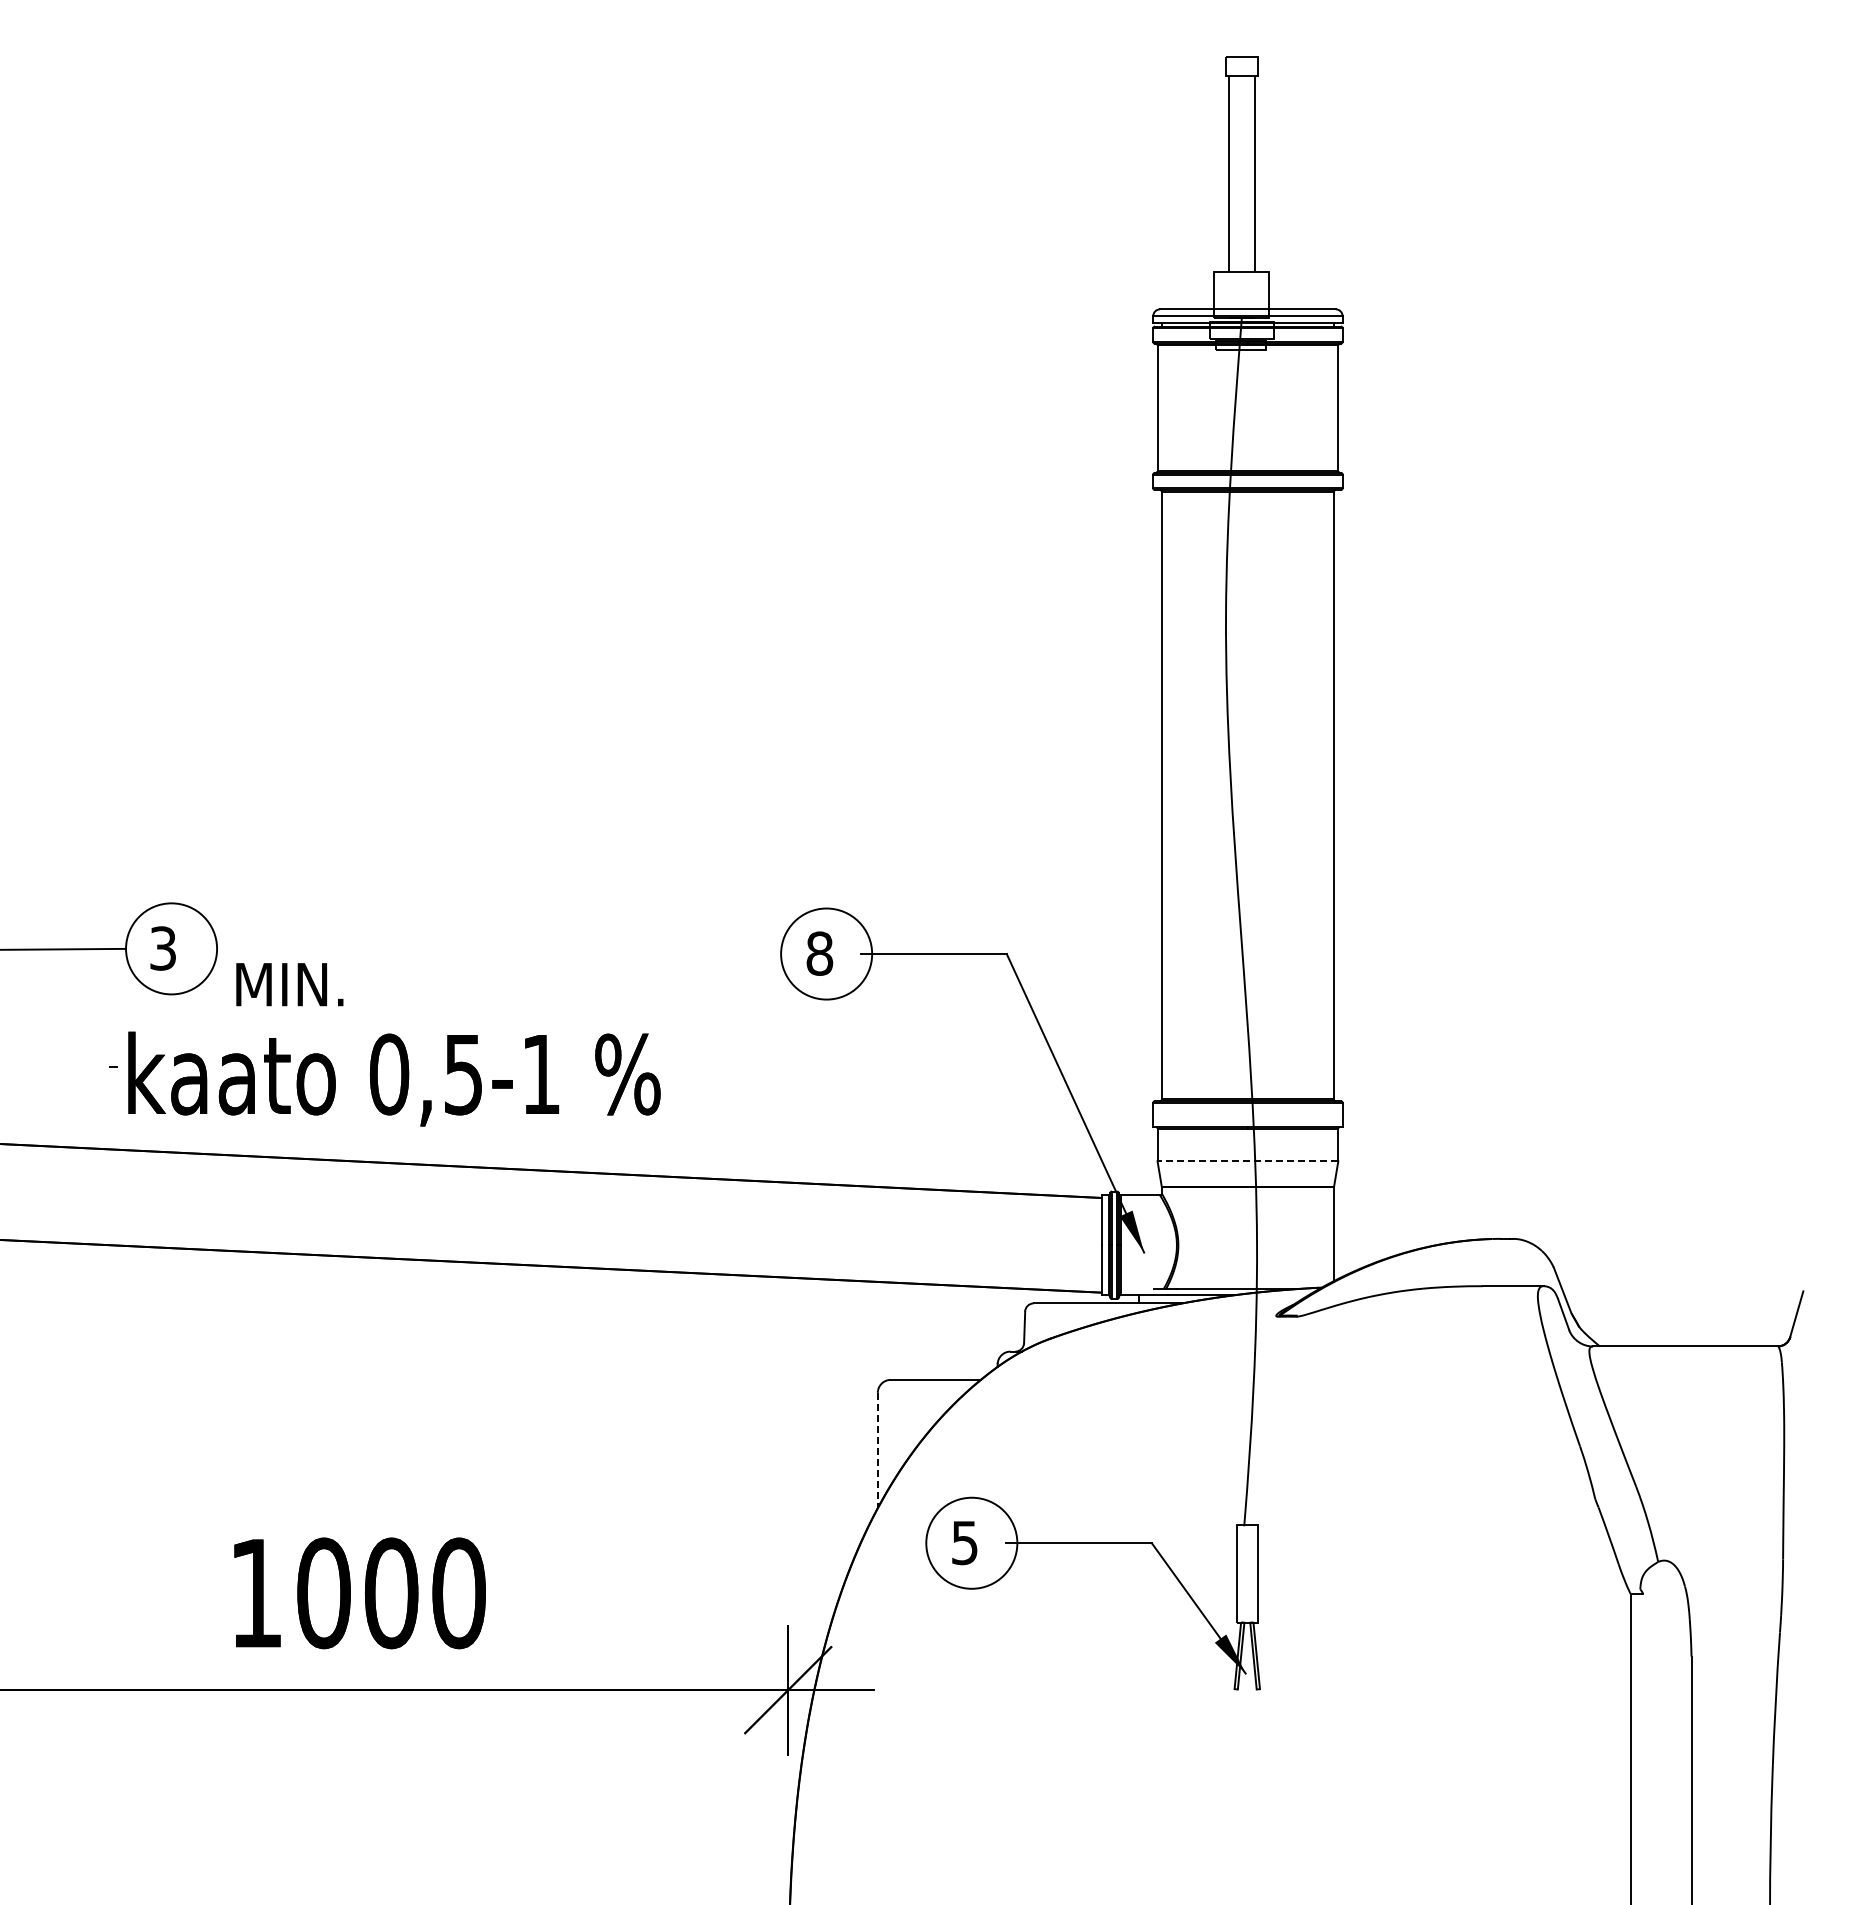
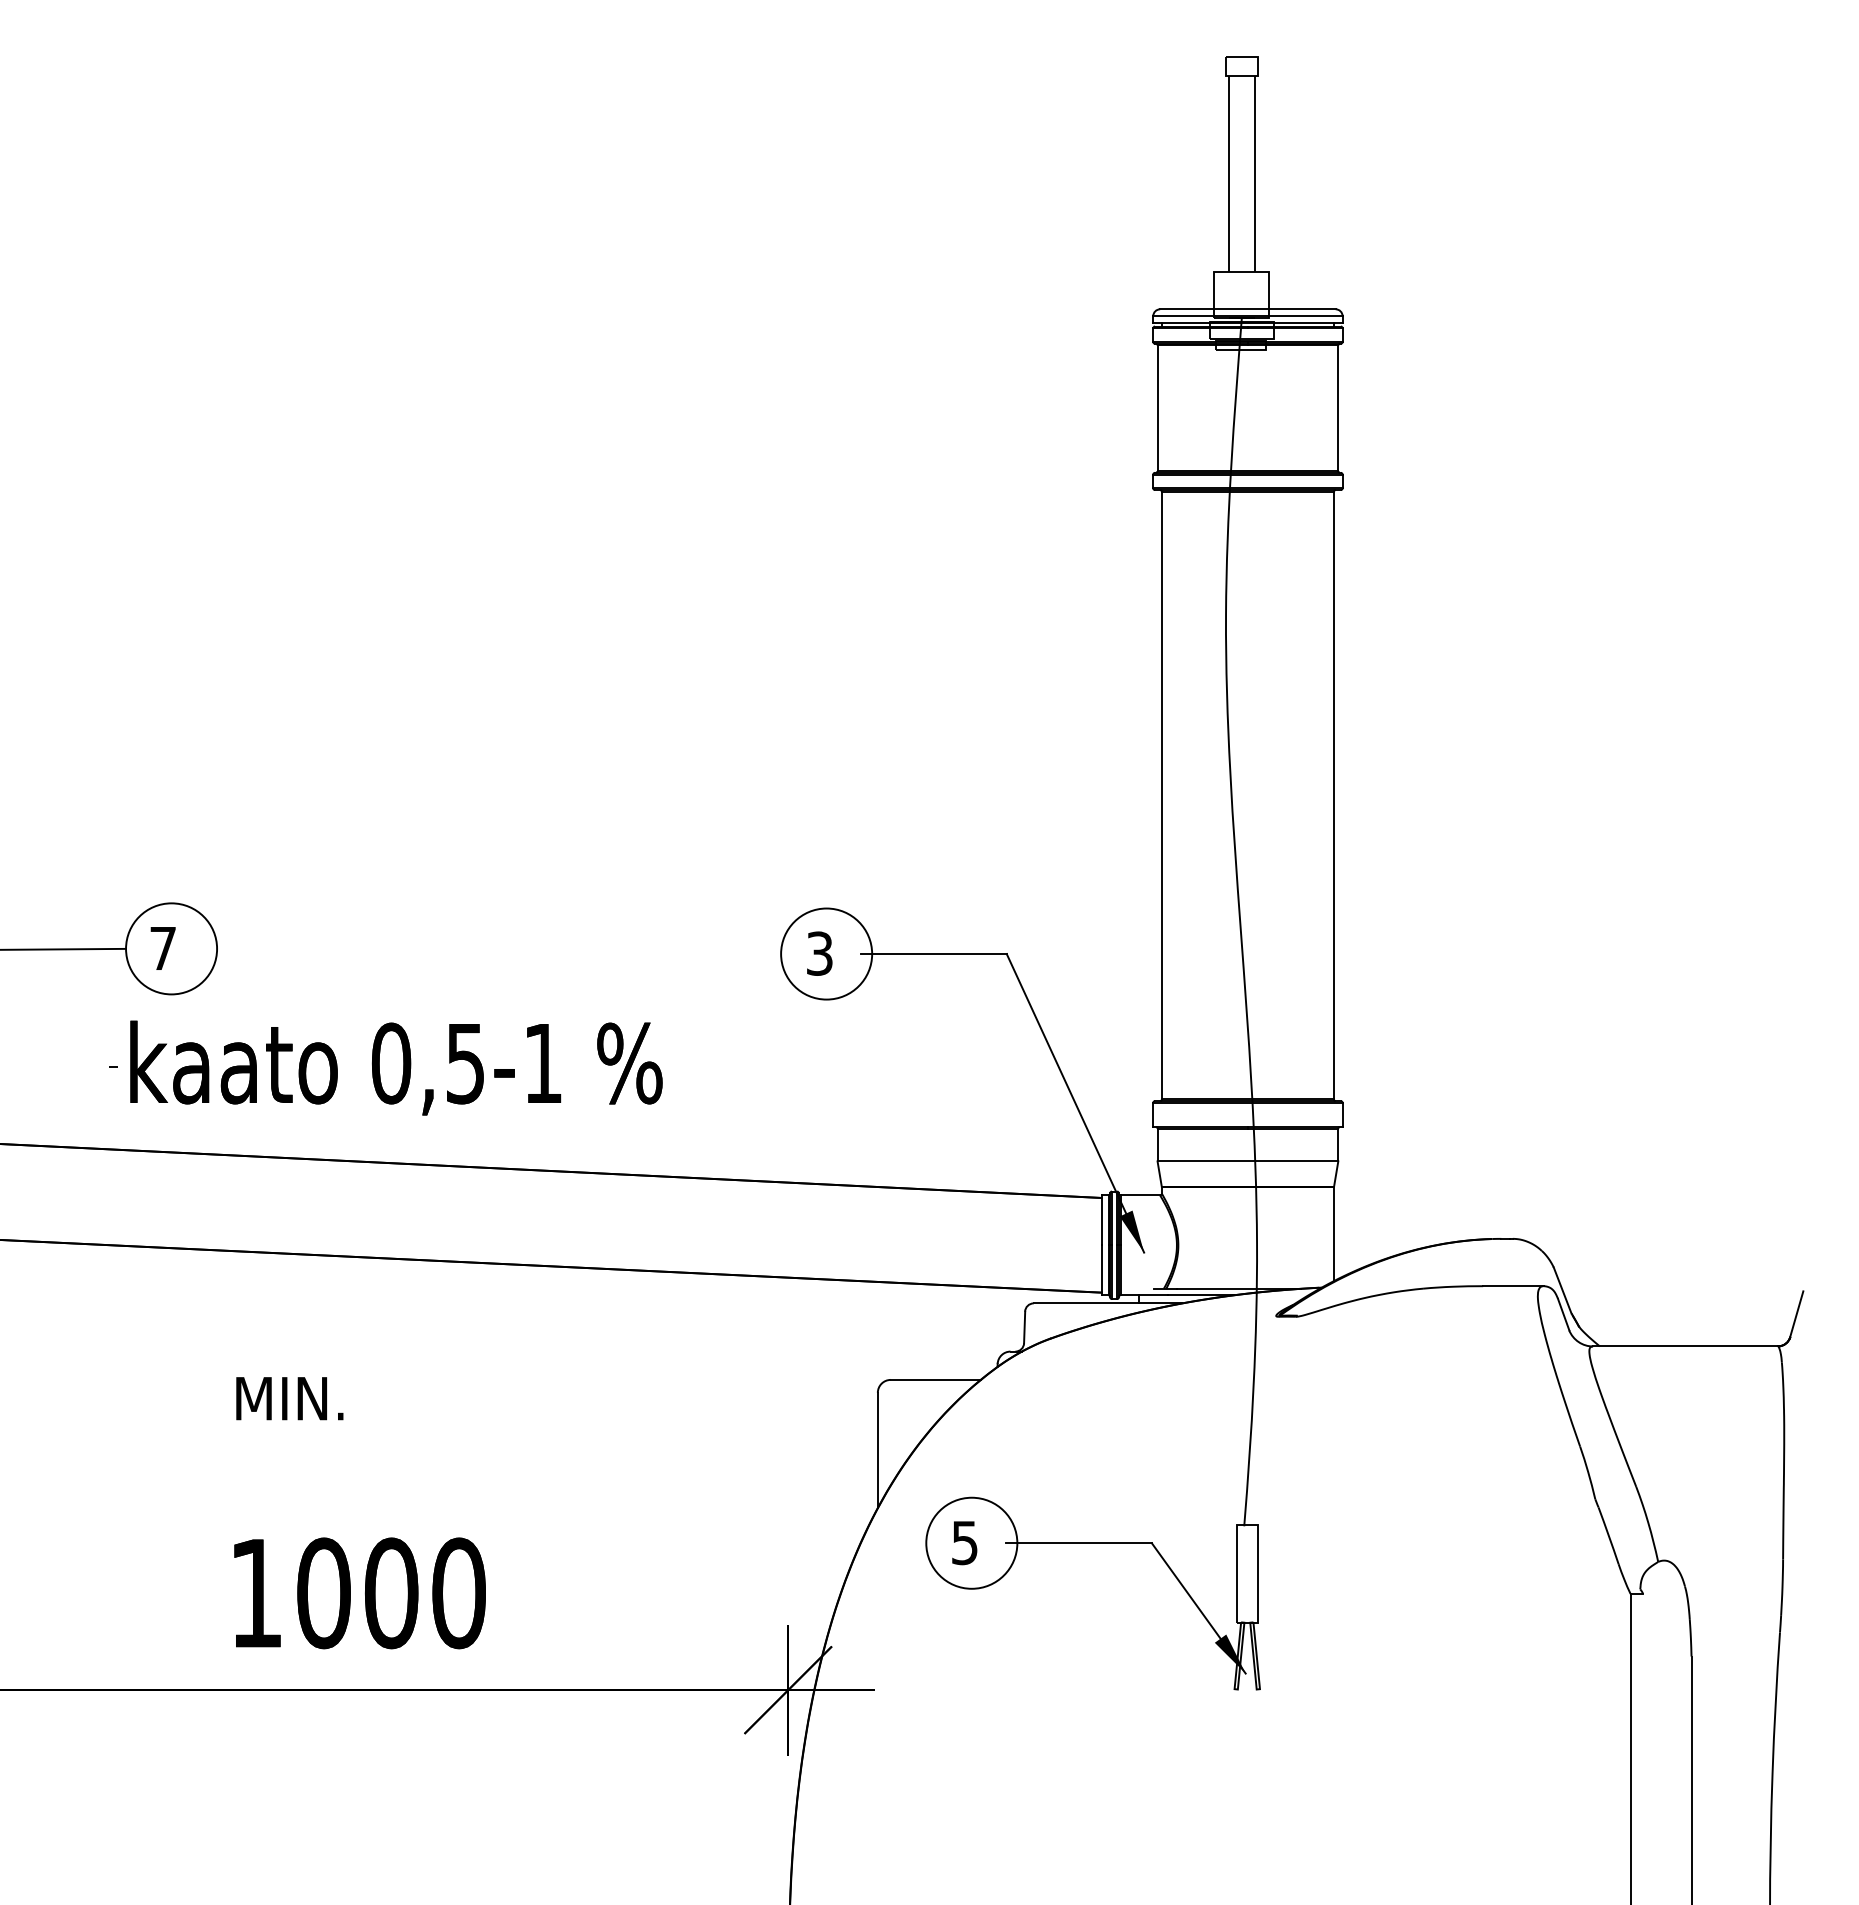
text at (162, 948): 3 -> 7
text at (819, 953): 8 -> 3
text at (289, 984) position: (289, 984) -> (289, 1398)
text at (394, 1078) position: (394, 1078) -> (396, 1067)
line at (1247, 1161): dashed -> solid
line at (877, 1450): dashed -> solid
